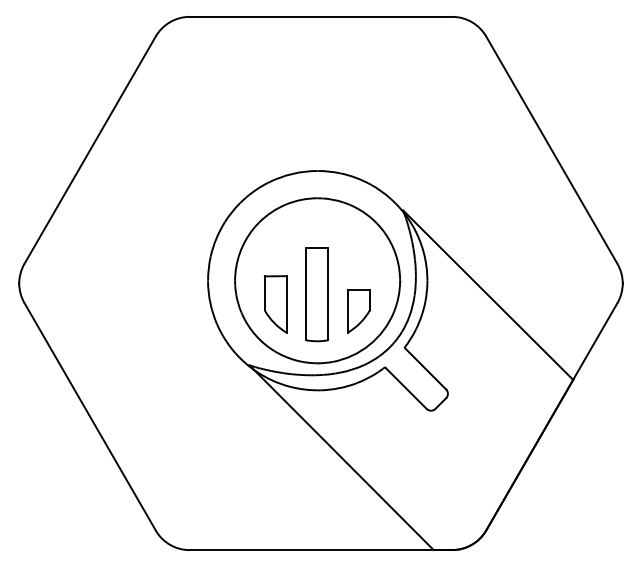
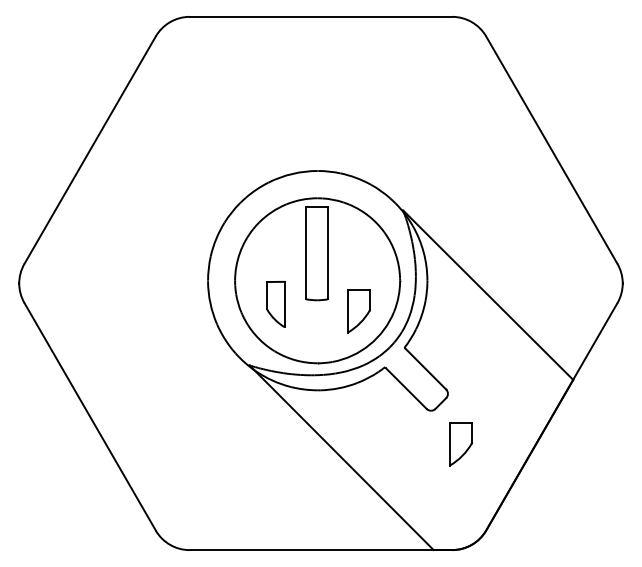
part at (316, 294) position: (316, 294) -> (316, 253)
part at (275, 304) size: 24x59 px -> 20x48 px
part at (460, 444): none -> present
